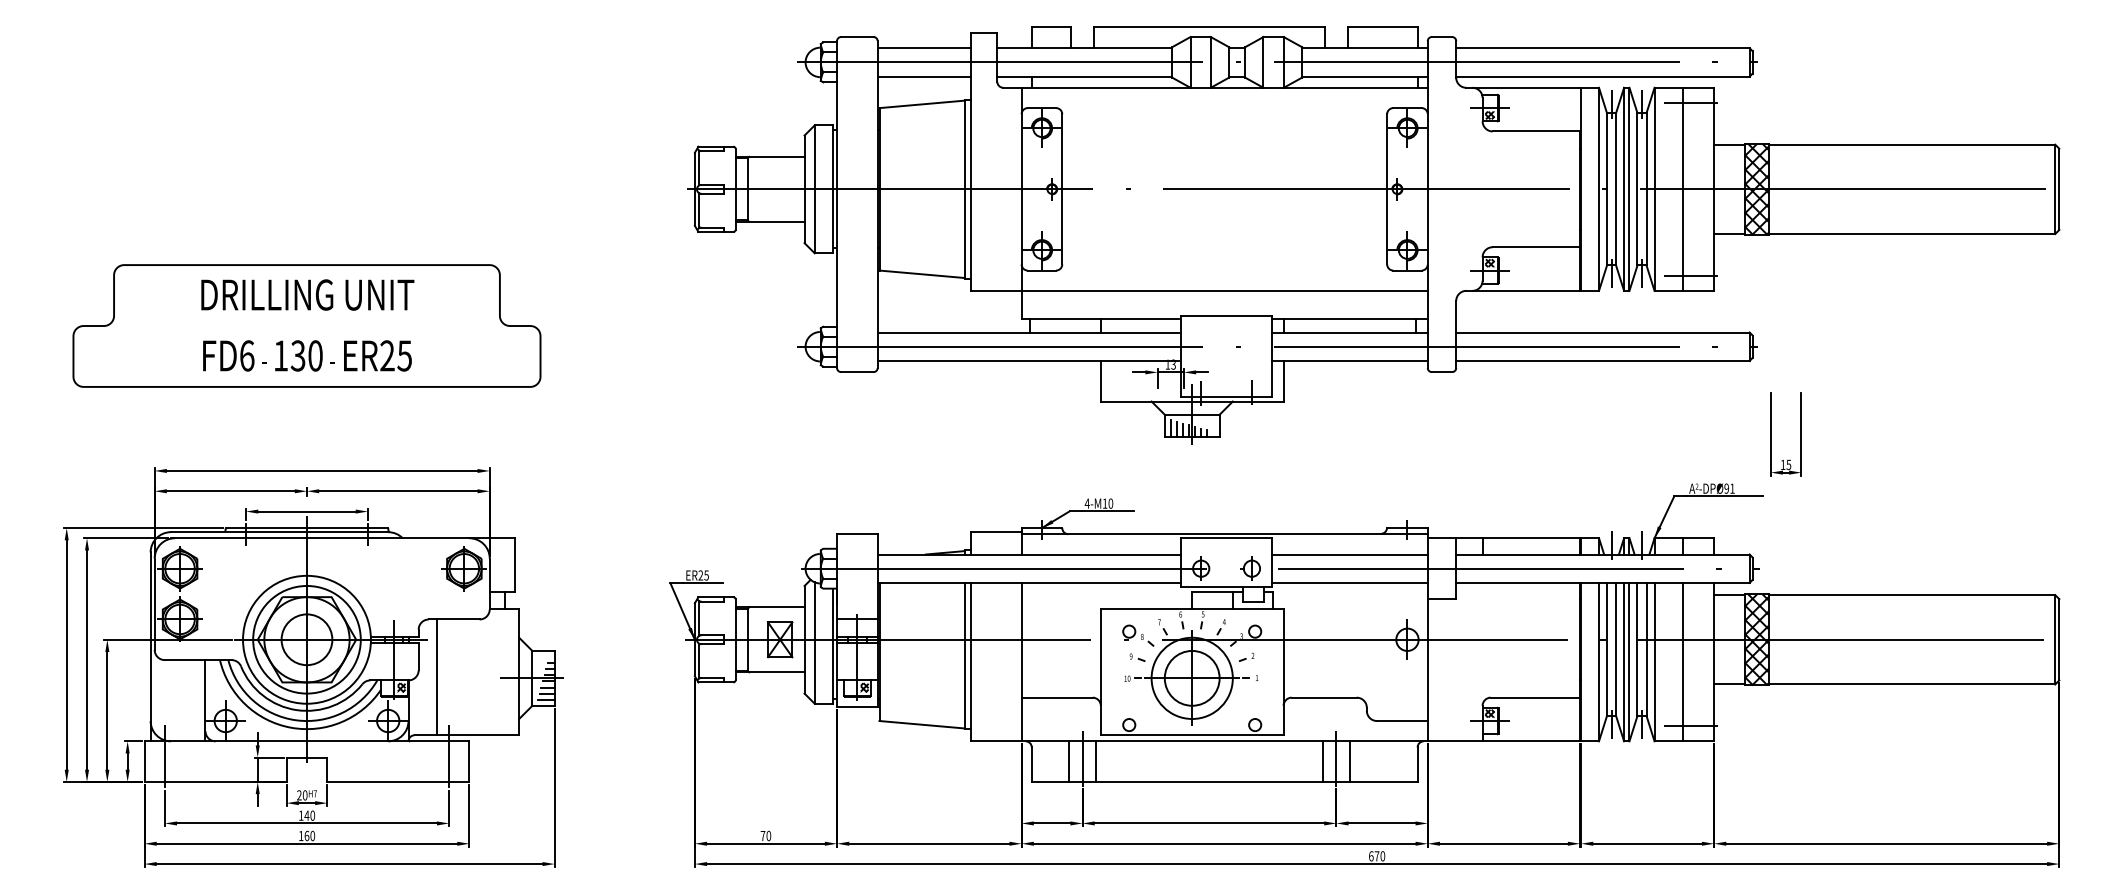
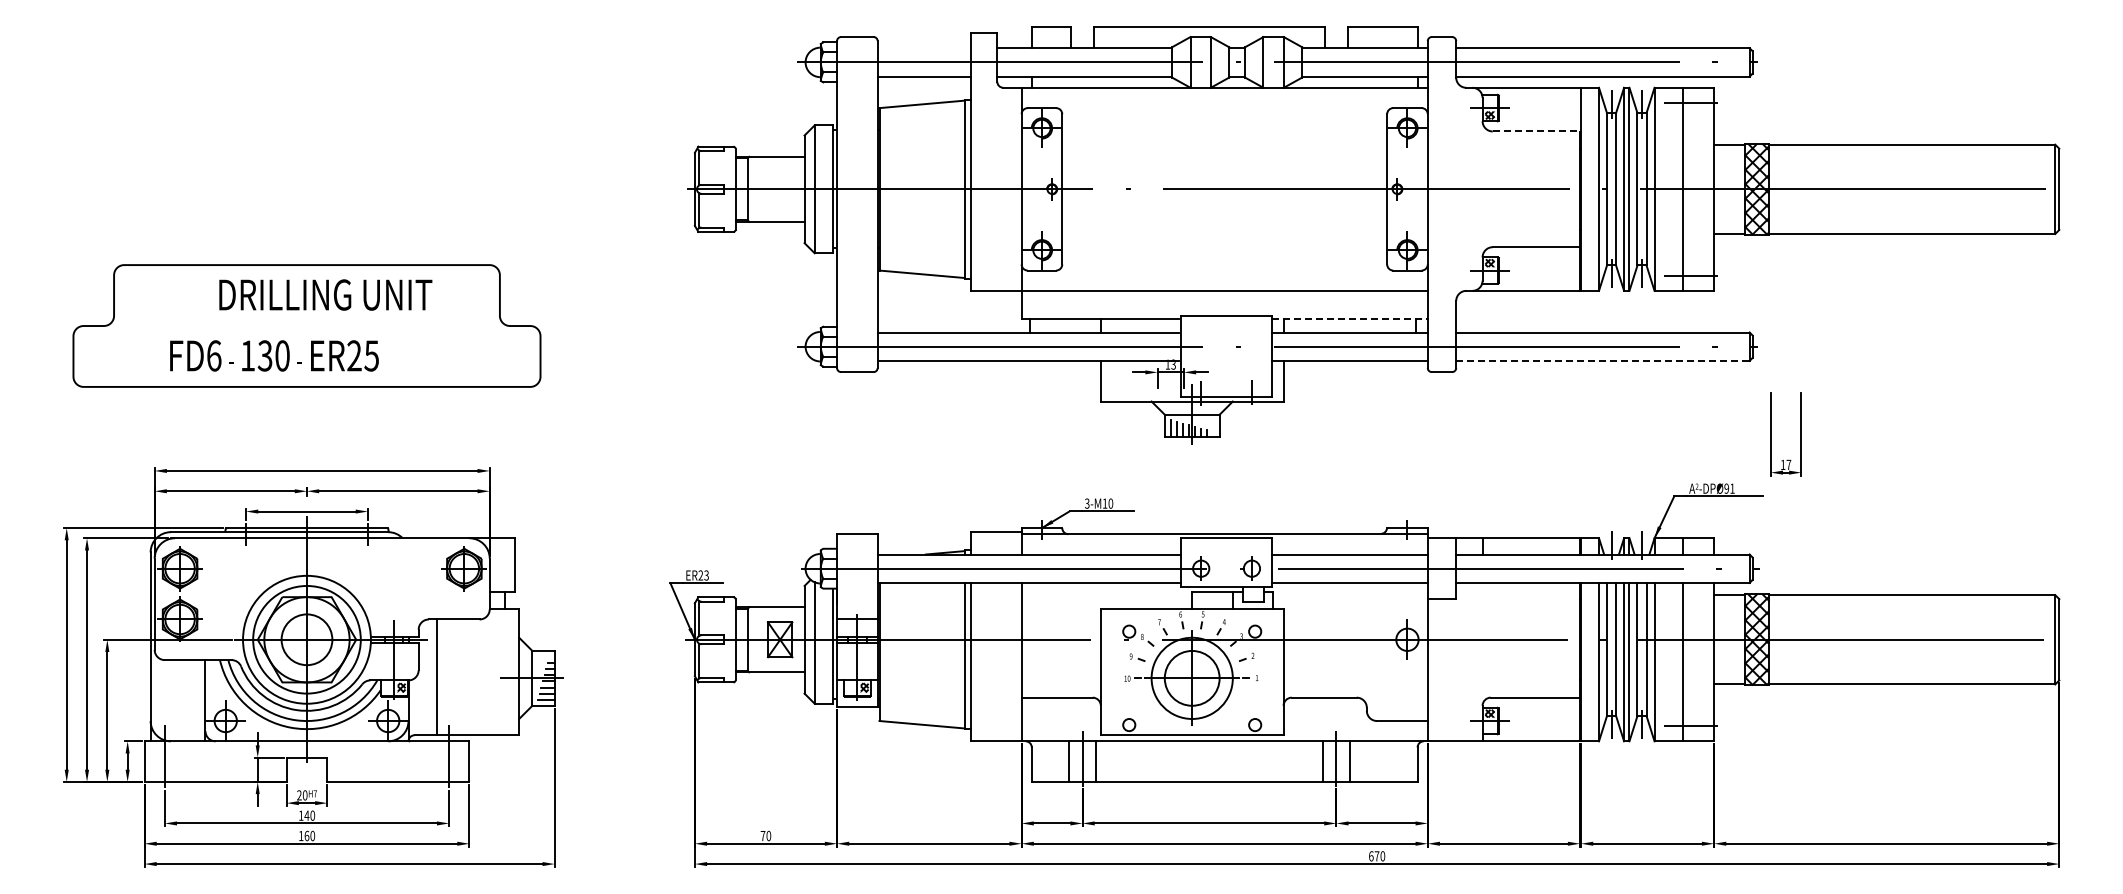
line at (923, 48): present -> none
line at (1536, 131): solid -> dashed
text at (307, 294) position: (307, 294) -> (325, 294)
line at (1350, 319): solid -> dashed
text at (307, 355) position: (307, 355) -> (274, 355)
line at (1602, 360): solid -> dashed
text at (1788, 465): 15 -> 17
text at (1086, 503): 4-M10 -> 3-M10
text at (706, 574): ER25 -> ER23
